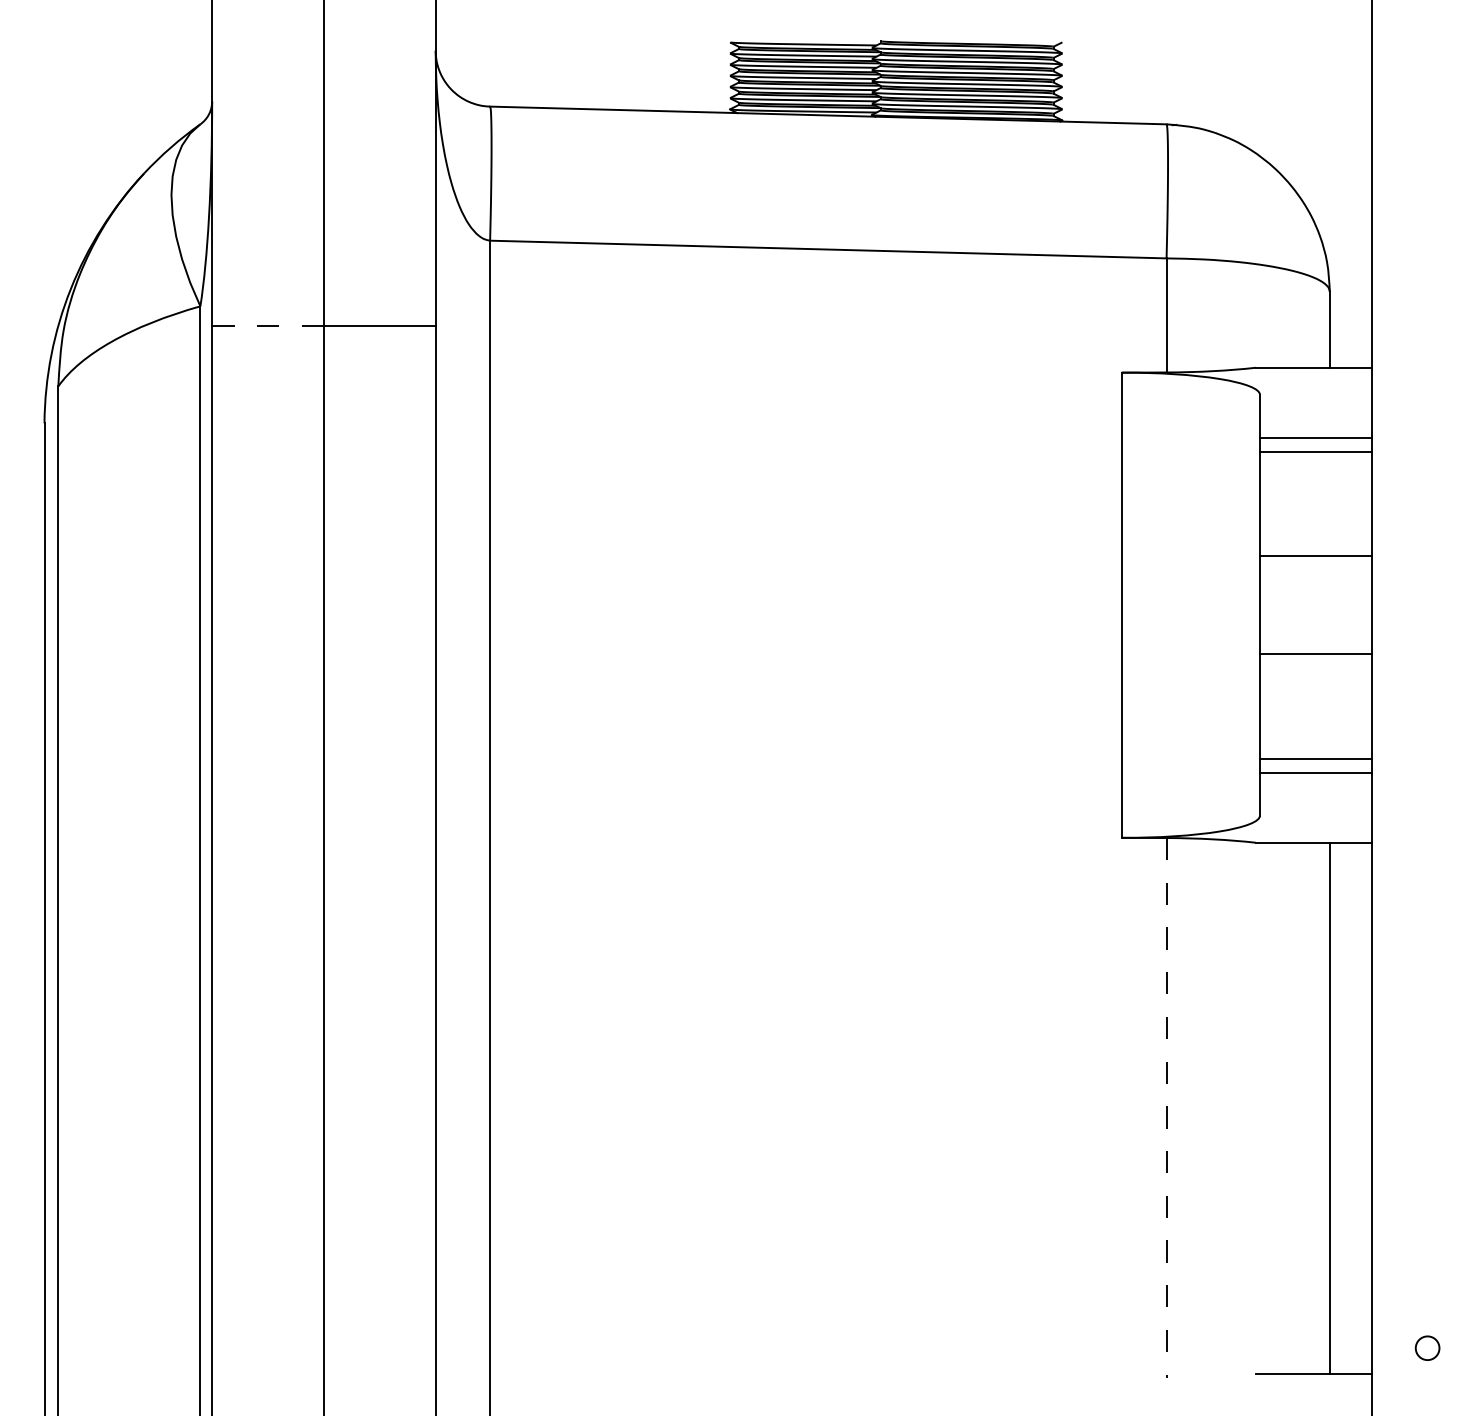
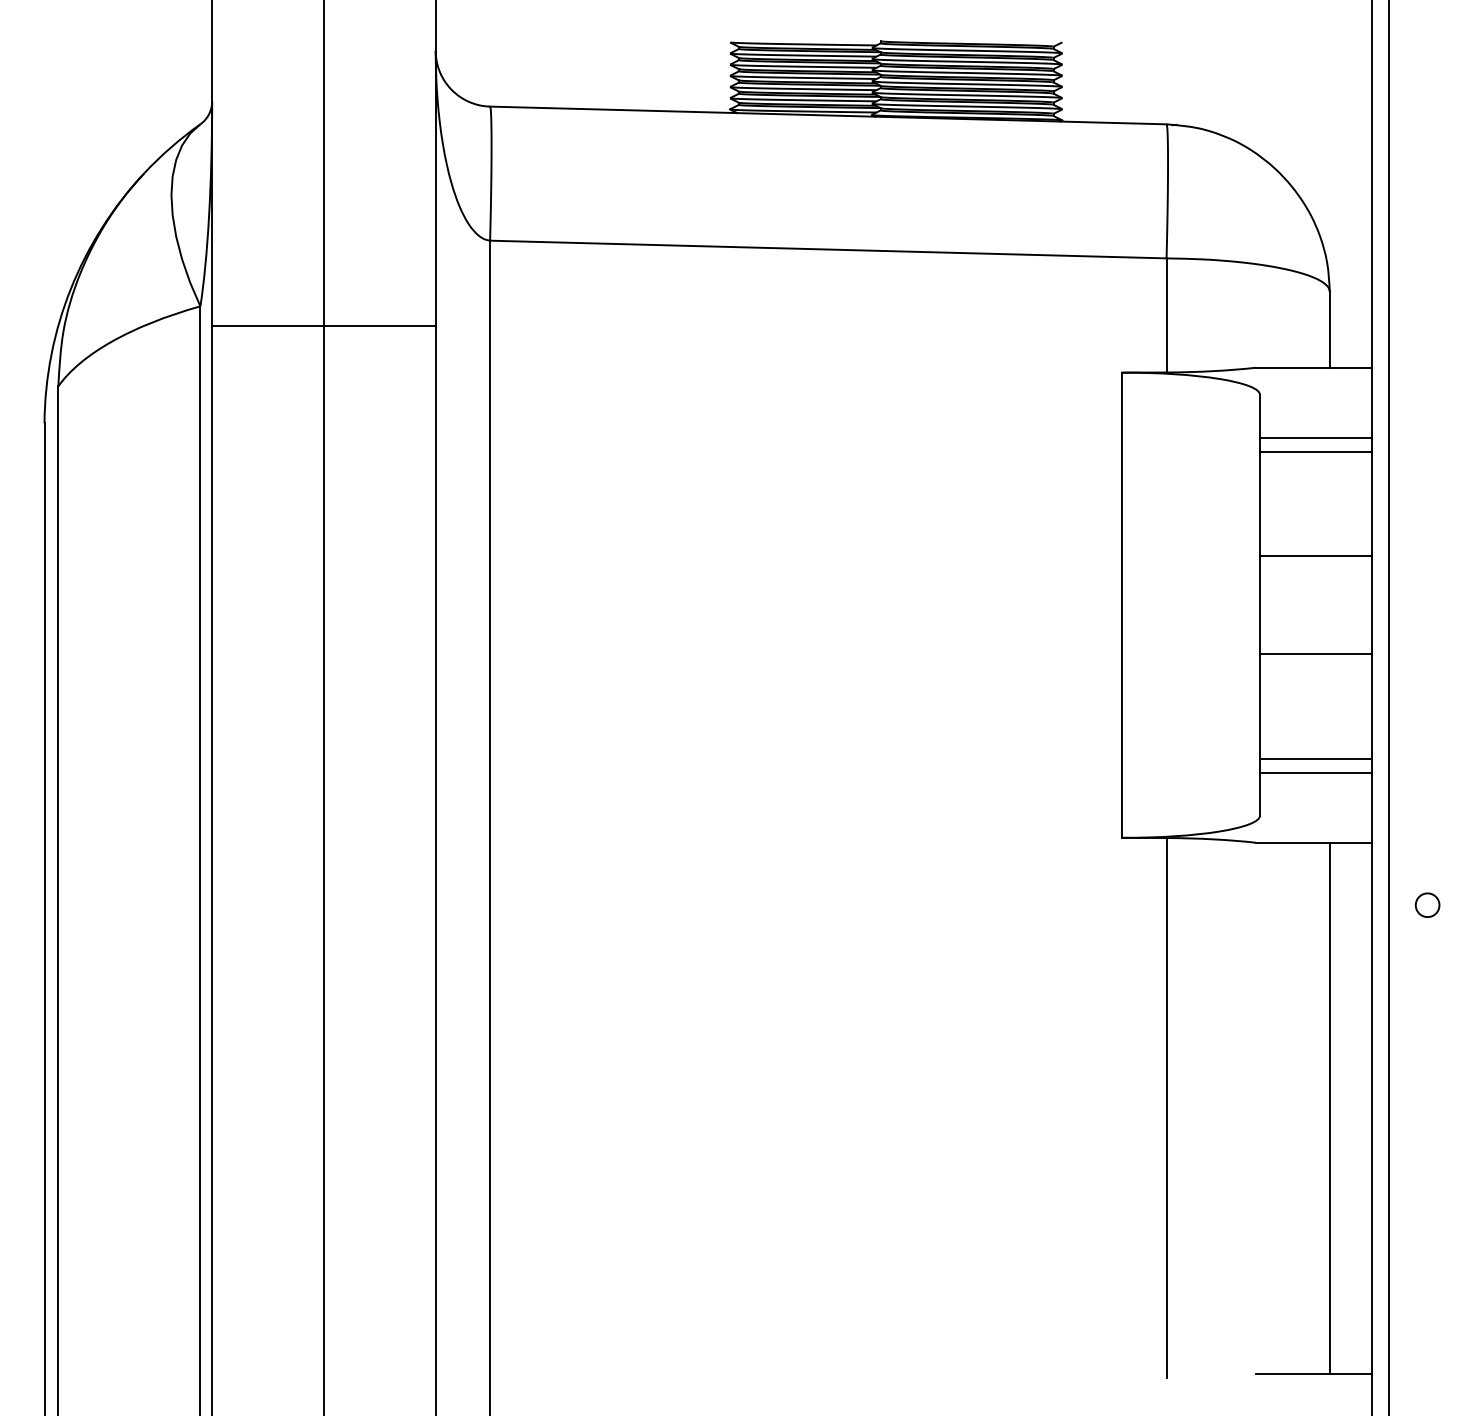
line at (268, 325): dashed -> solid
line at (1389, 707): none -> present
line at (1166, 1108): dashed -> solid
circle at (1427, 1347) position: (1427, 1347) -> (1427, 904)
